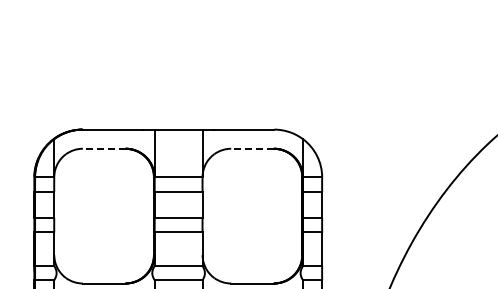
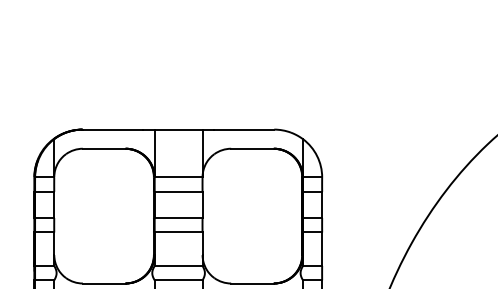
line at (104, 148): dashed -> solid
line at (252, 148): dashed -> solid
